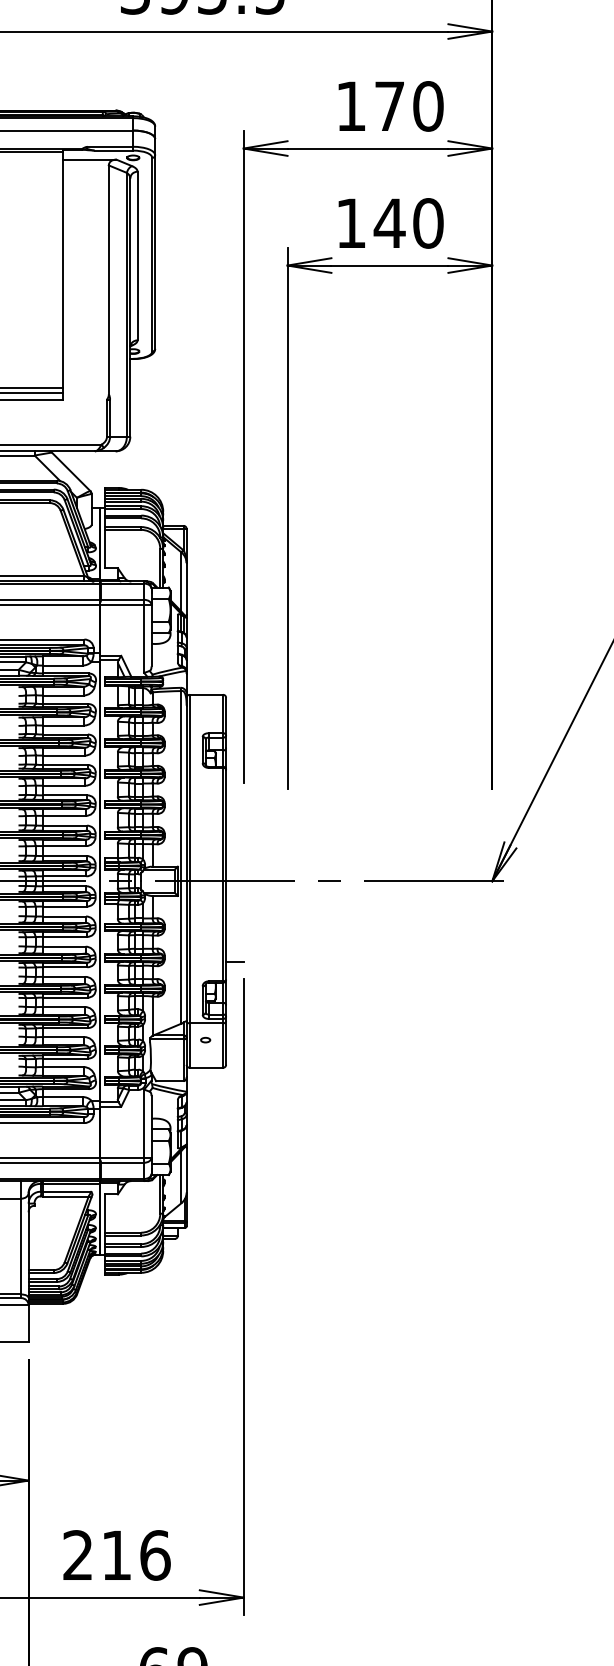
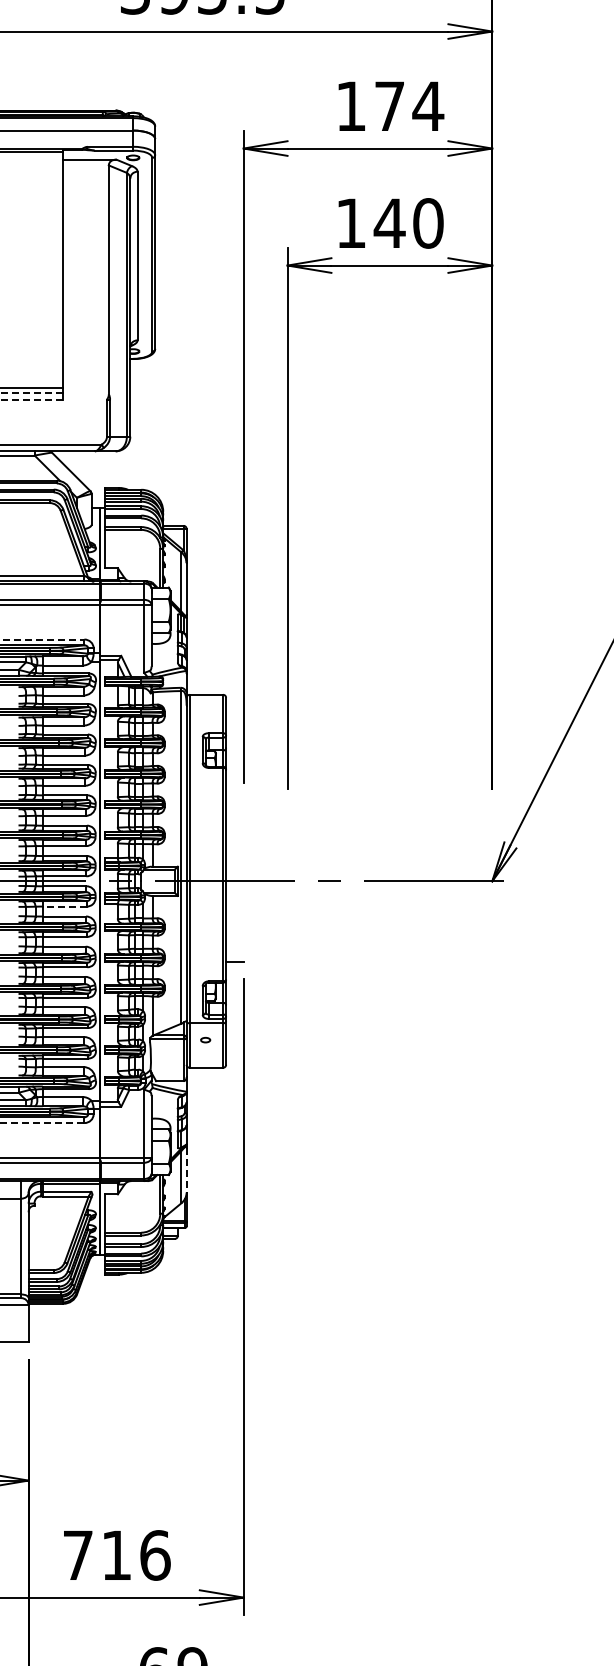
text at (428, 106): 170 -> 174
line at (31, 392): solid -> dashed
line at (31, 399): solid -> dashed
line at (42, 639): solid -> dashed
line at (64, 906): solid -> dashed
line at (42, 1123): solid -> dashed
line at (186, 1170): solid -> dashed
text at (77, 1554): 216 -> 716
